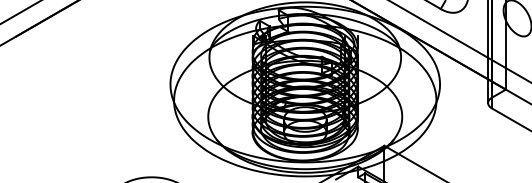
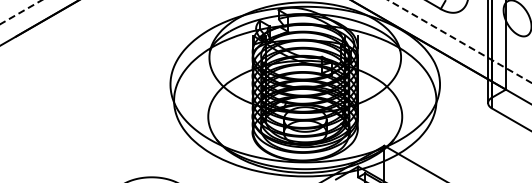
line at (21, 12): solid -> dashed
line at (459, 41): solid -> dashed
